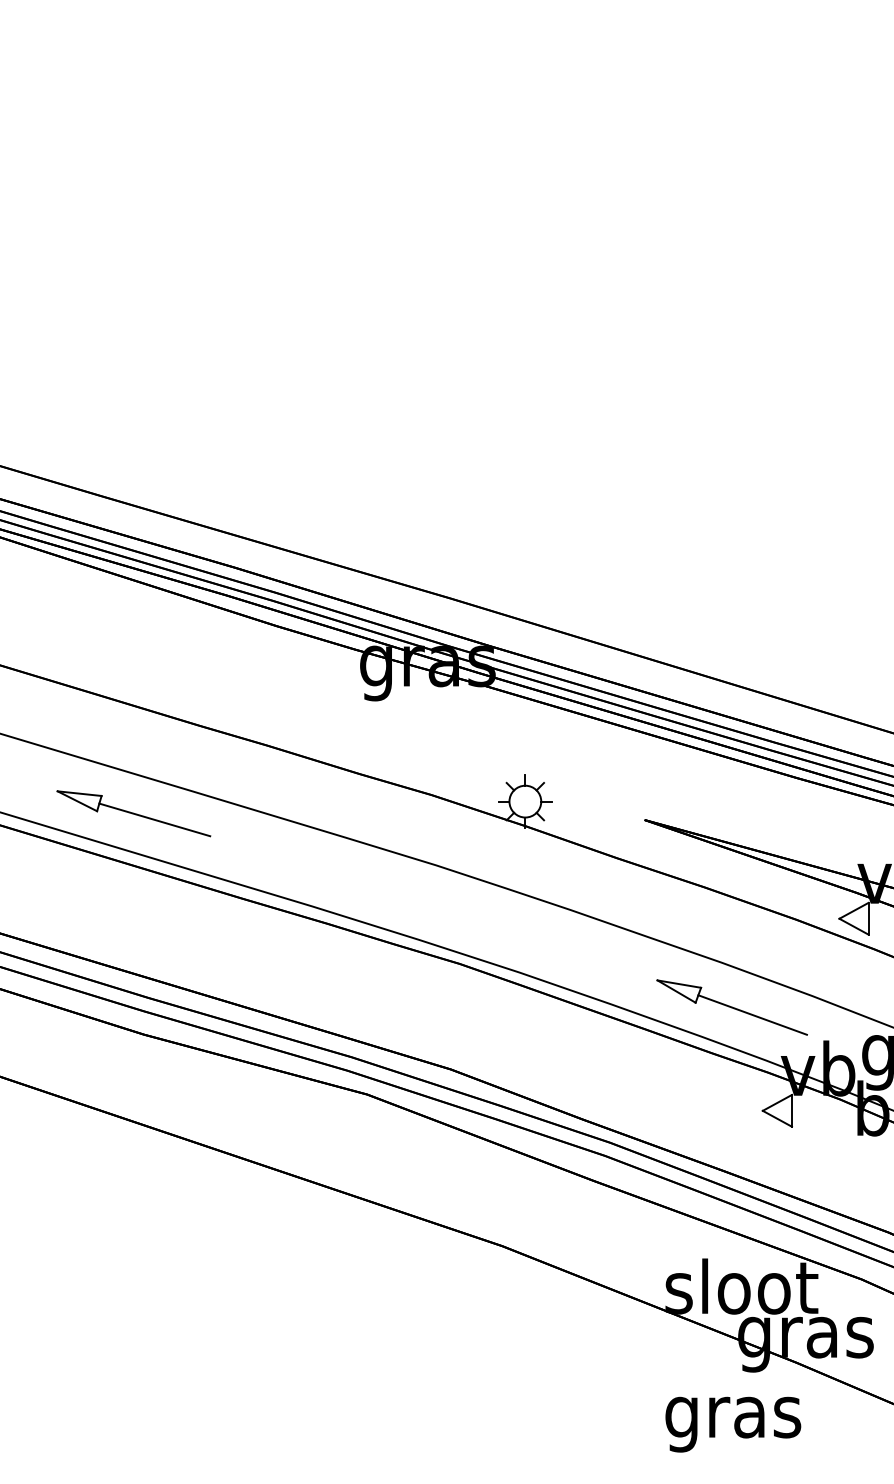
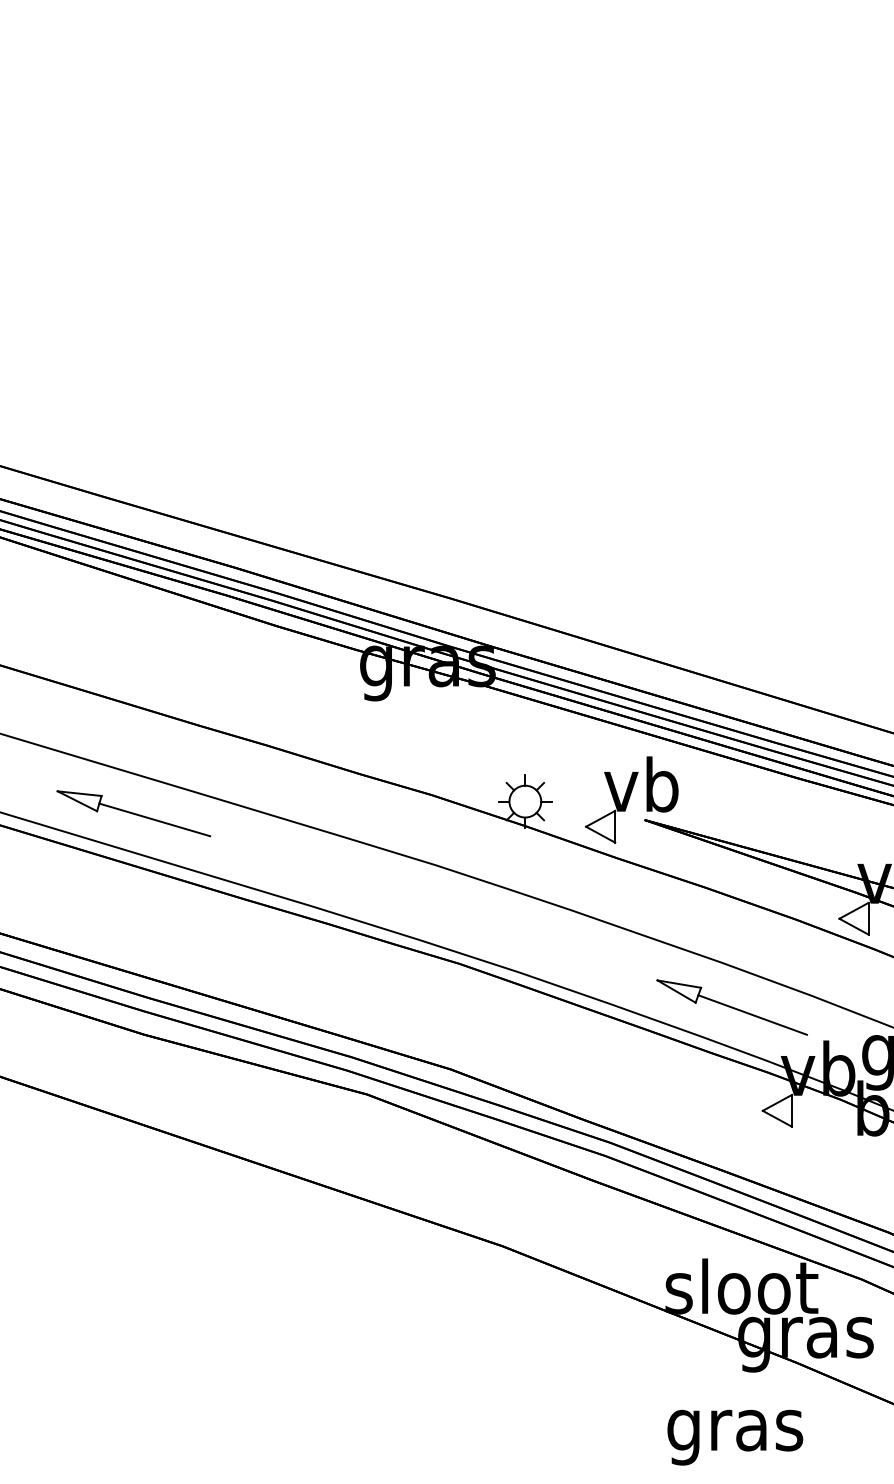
part at (631, 799): none -> present
text at (733, 1424) position: (733, 1424) -> (735, 1437)
